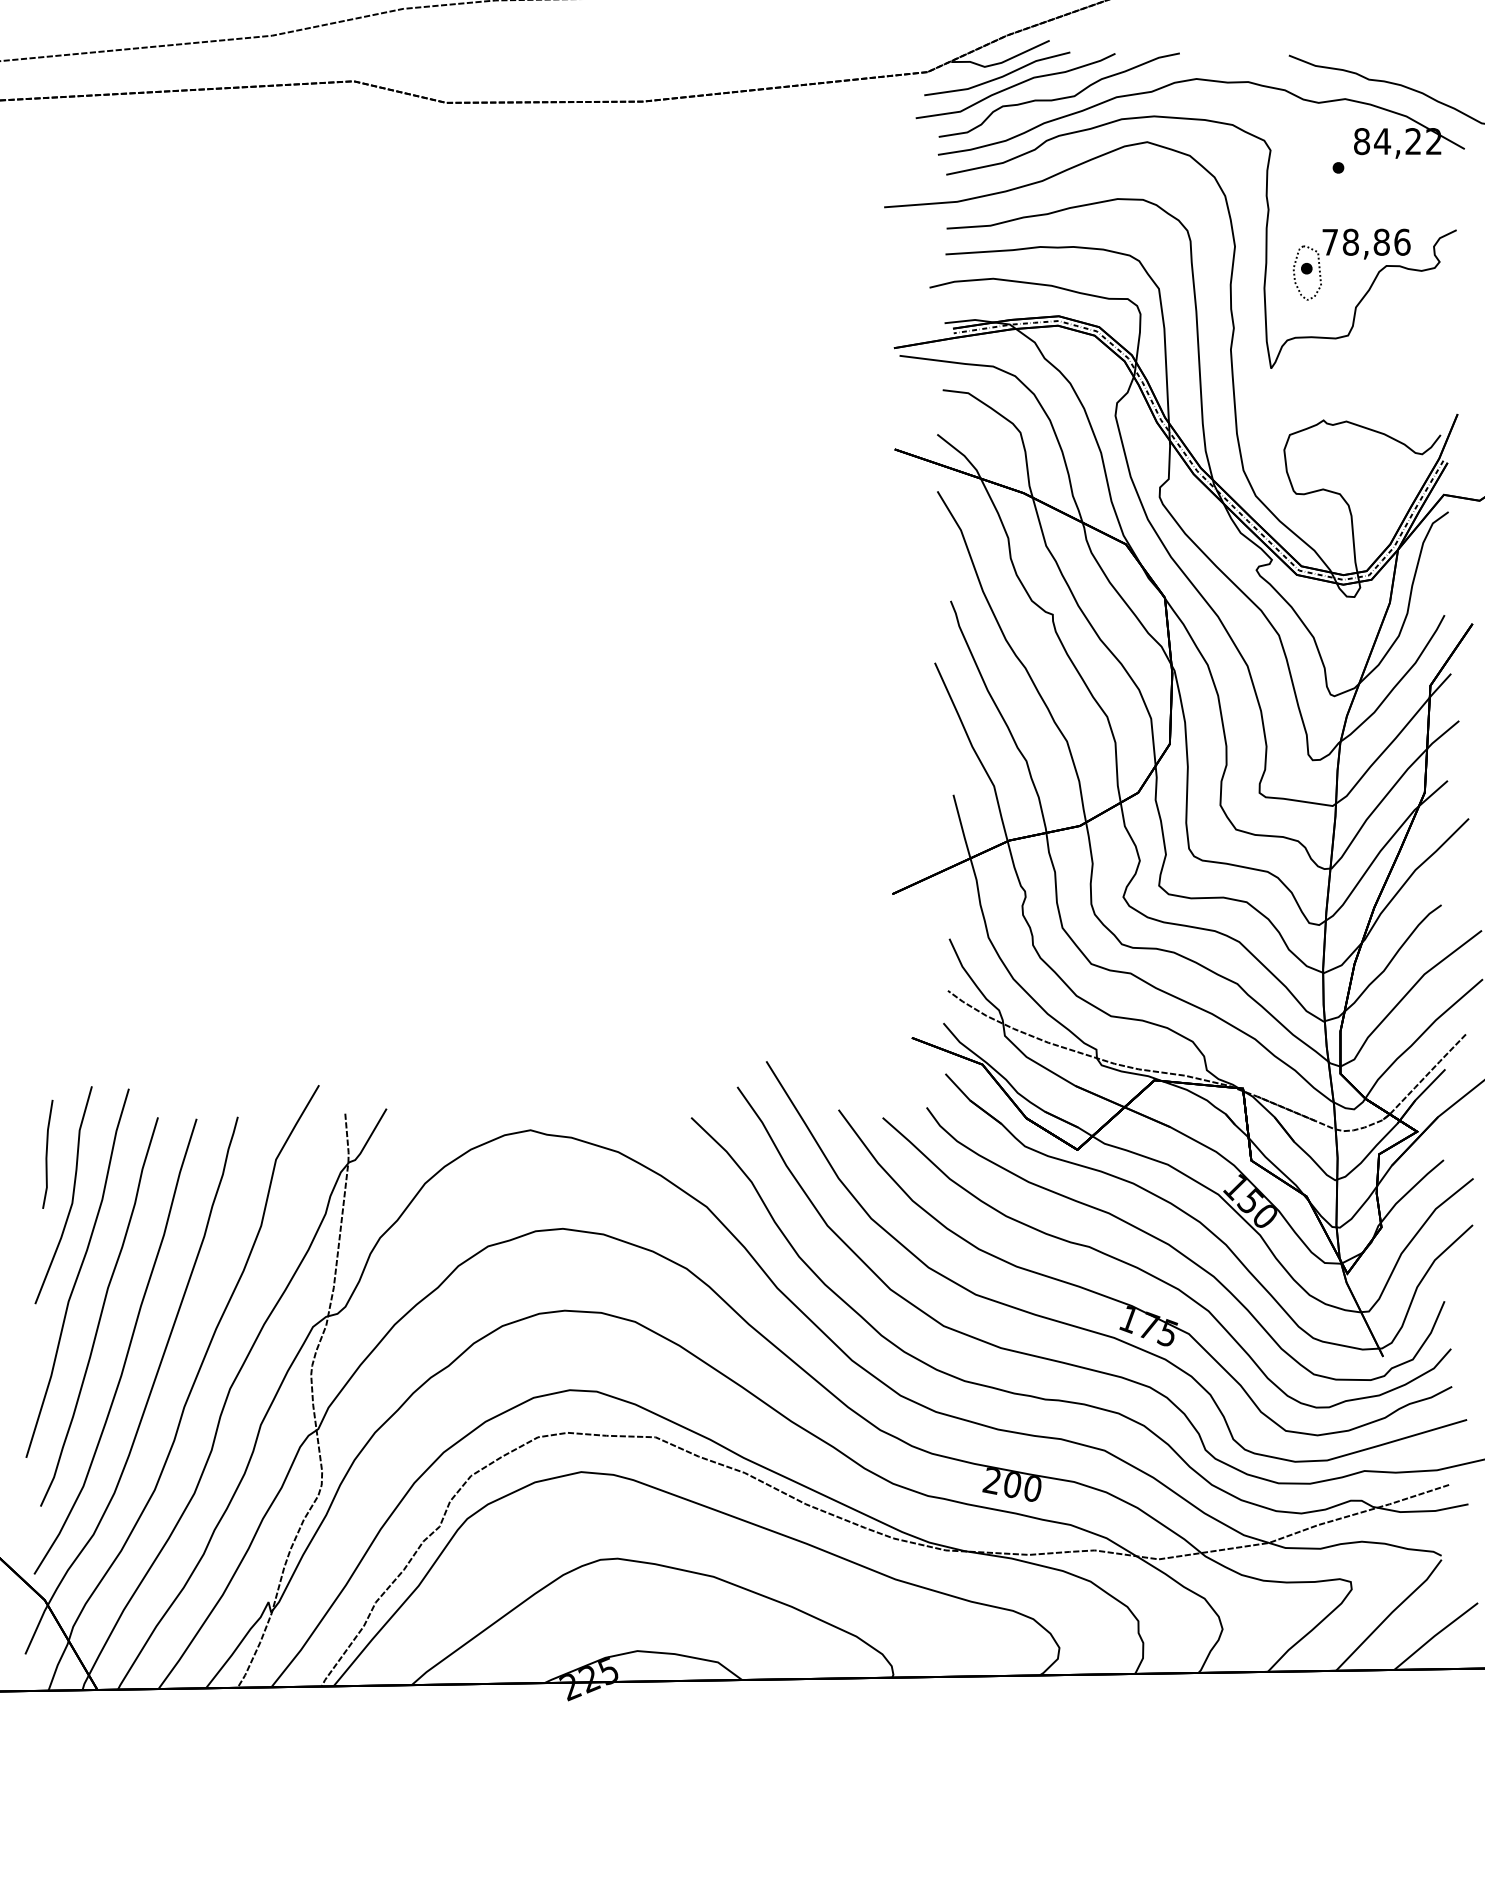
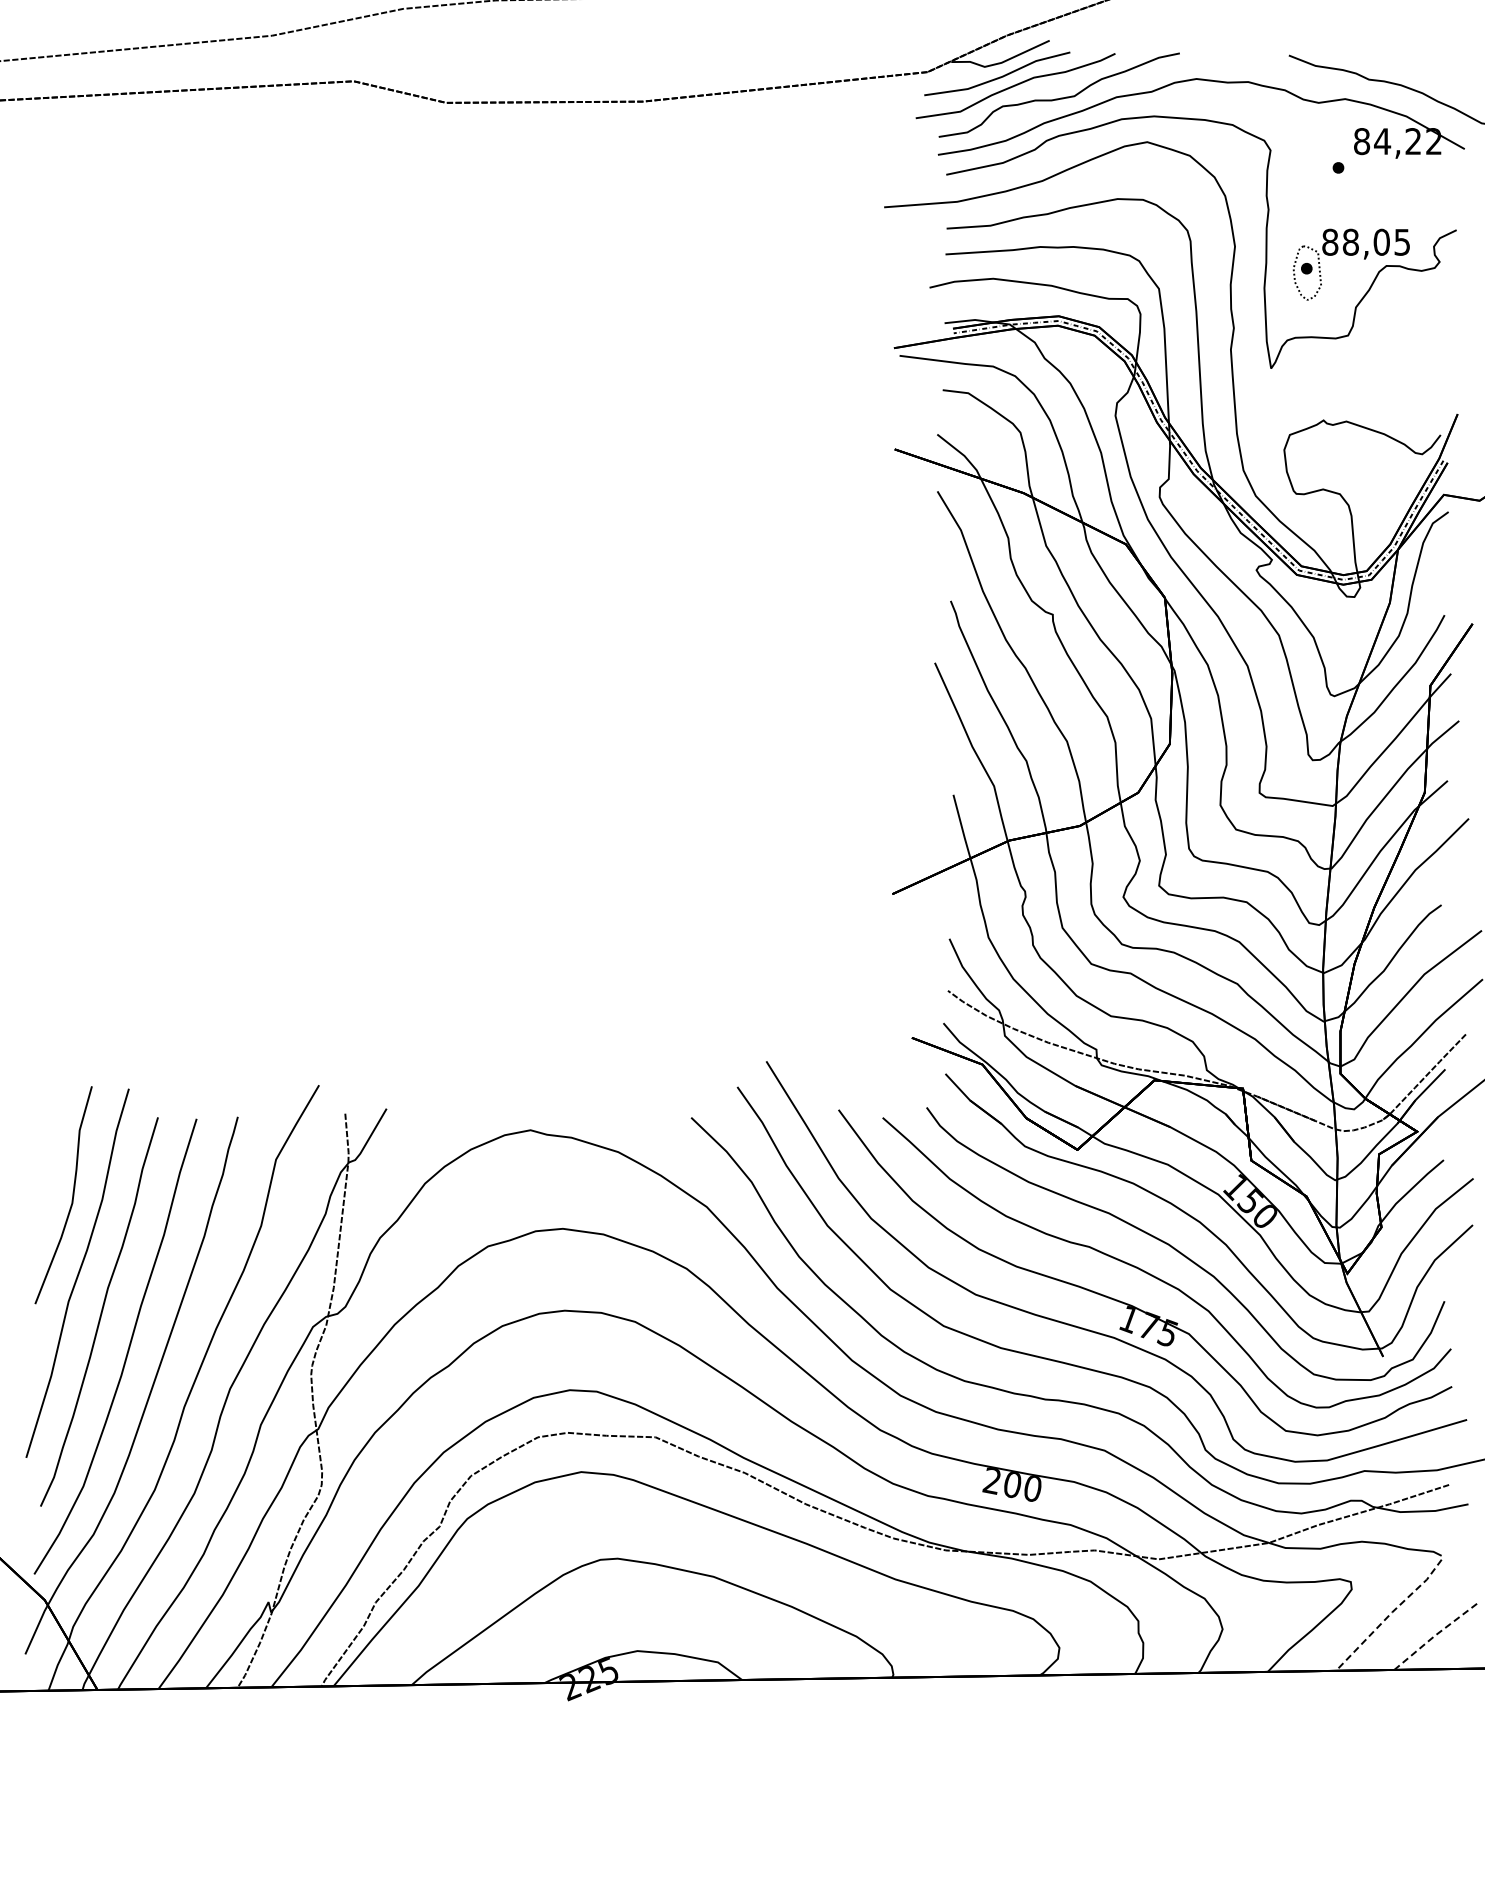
text at (1366, 241): 78,86 -> 88,05
line at (47, 1153): present -> none
line at (1389, 1615): solid -> dashed
line at (1435, 1635): solid -> dashed
